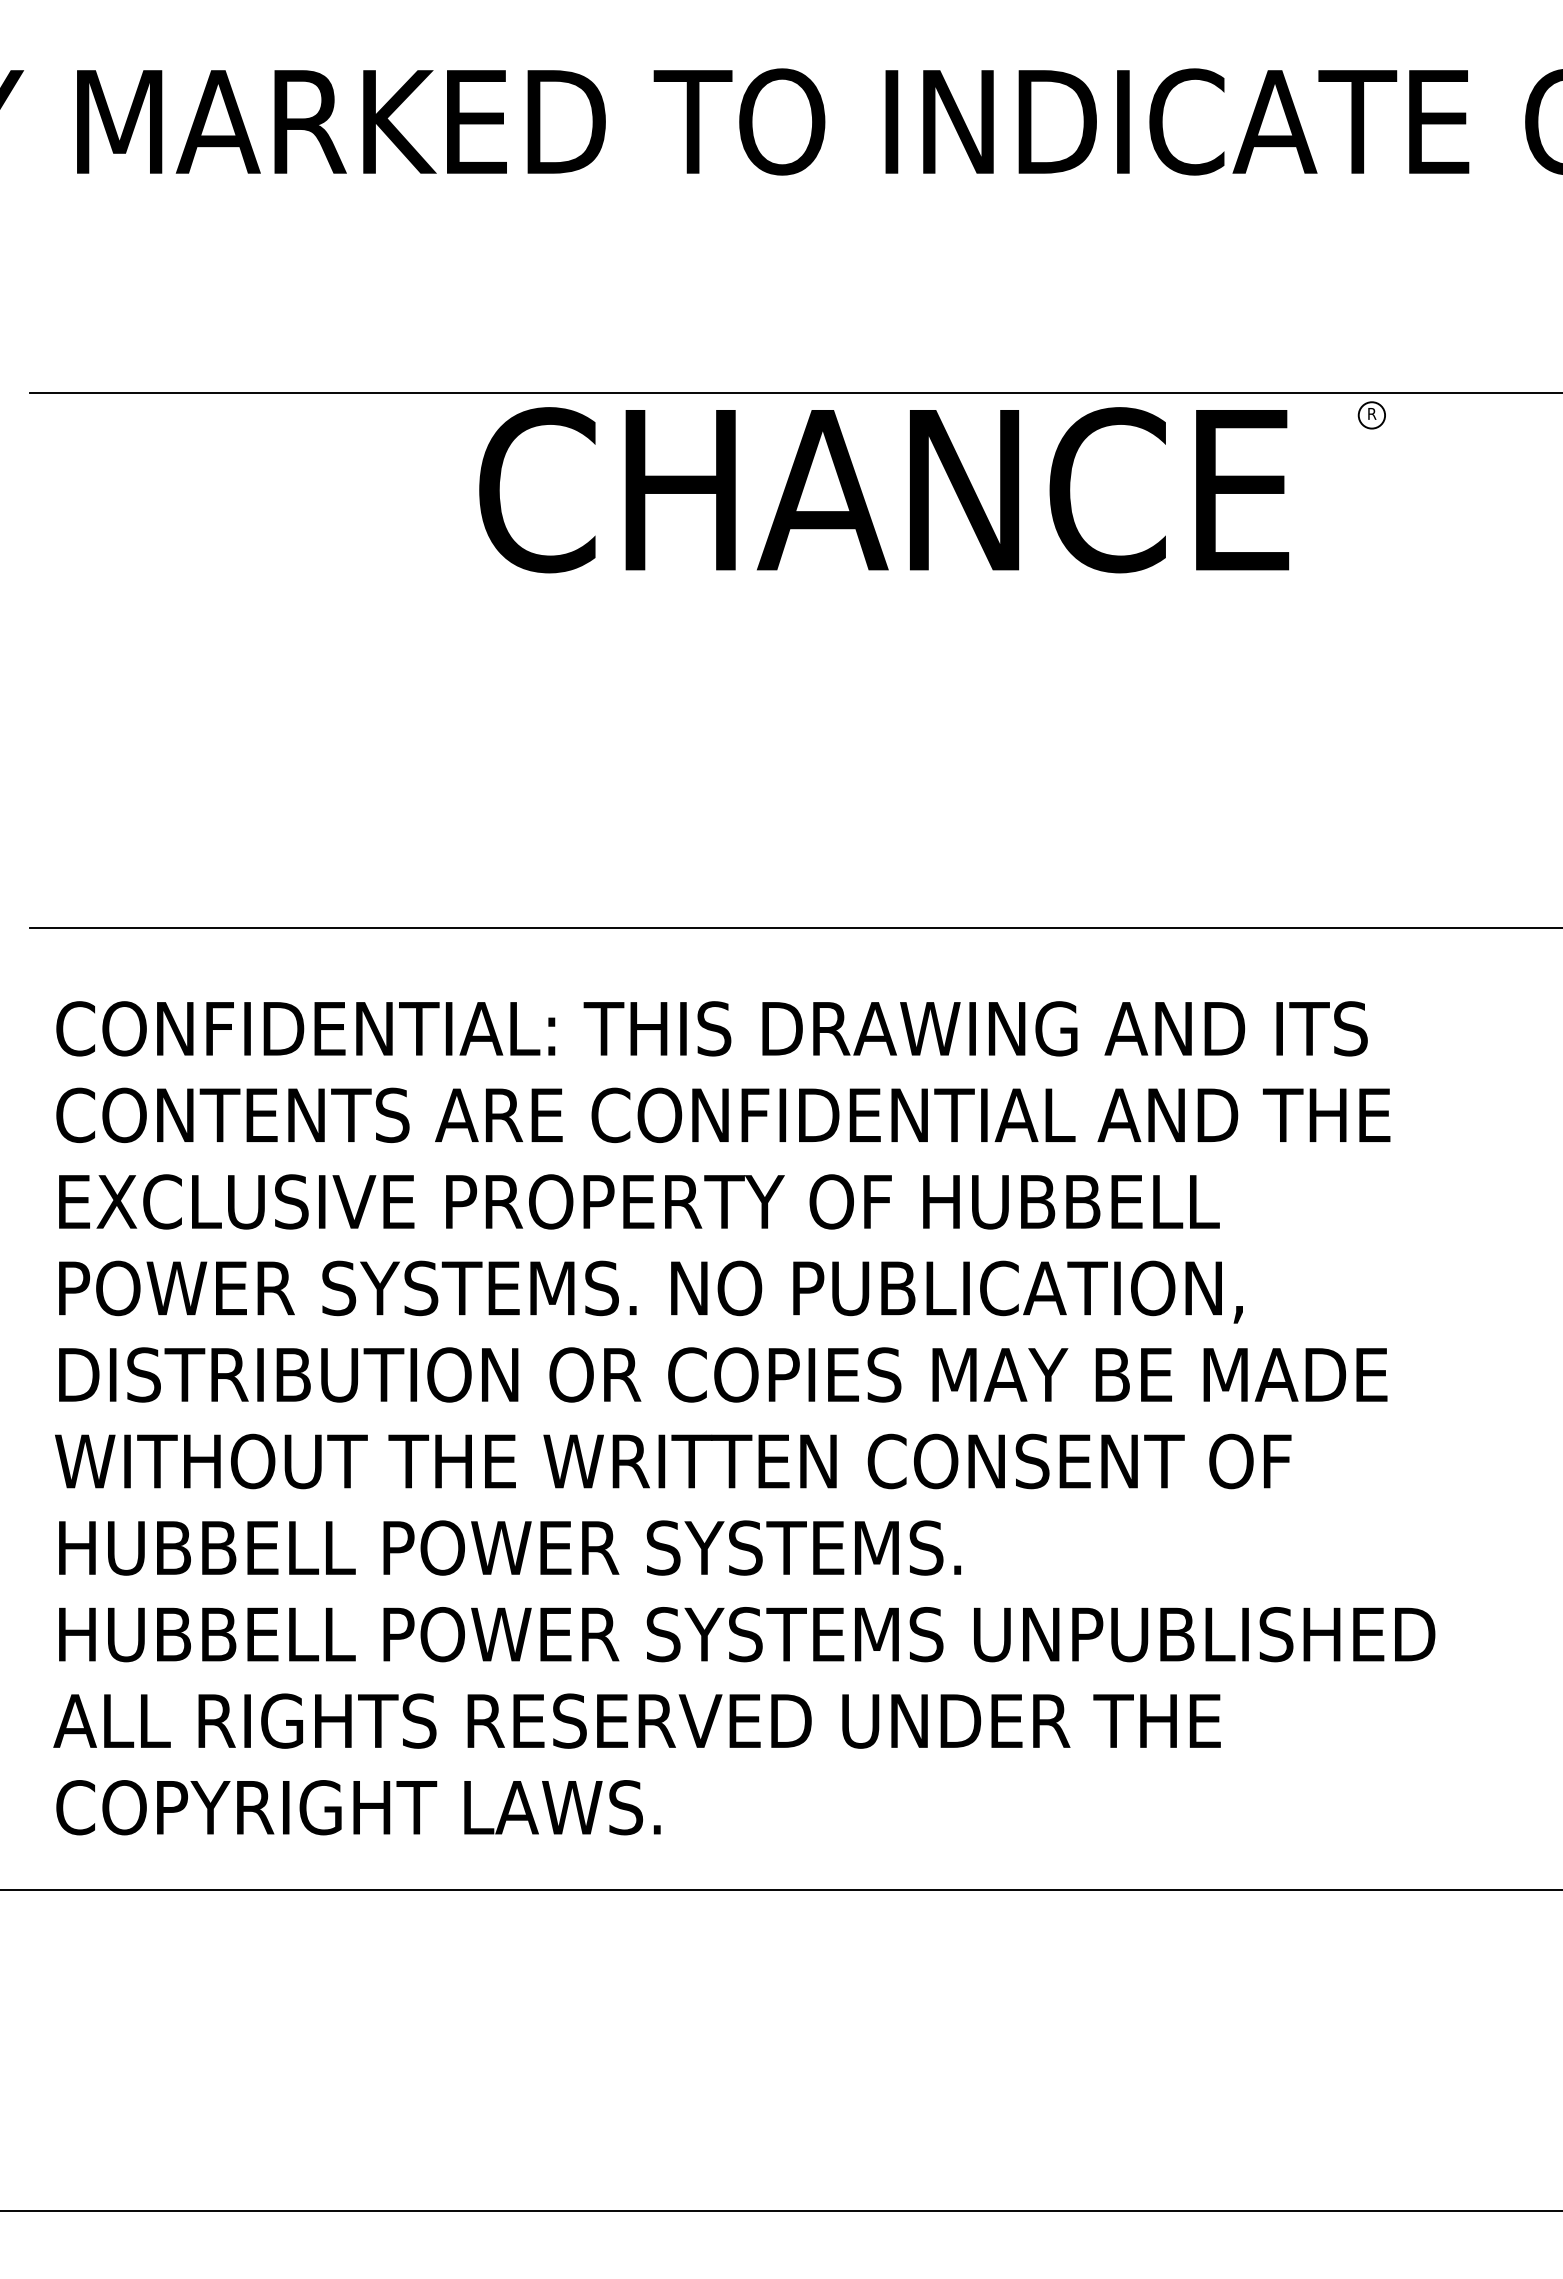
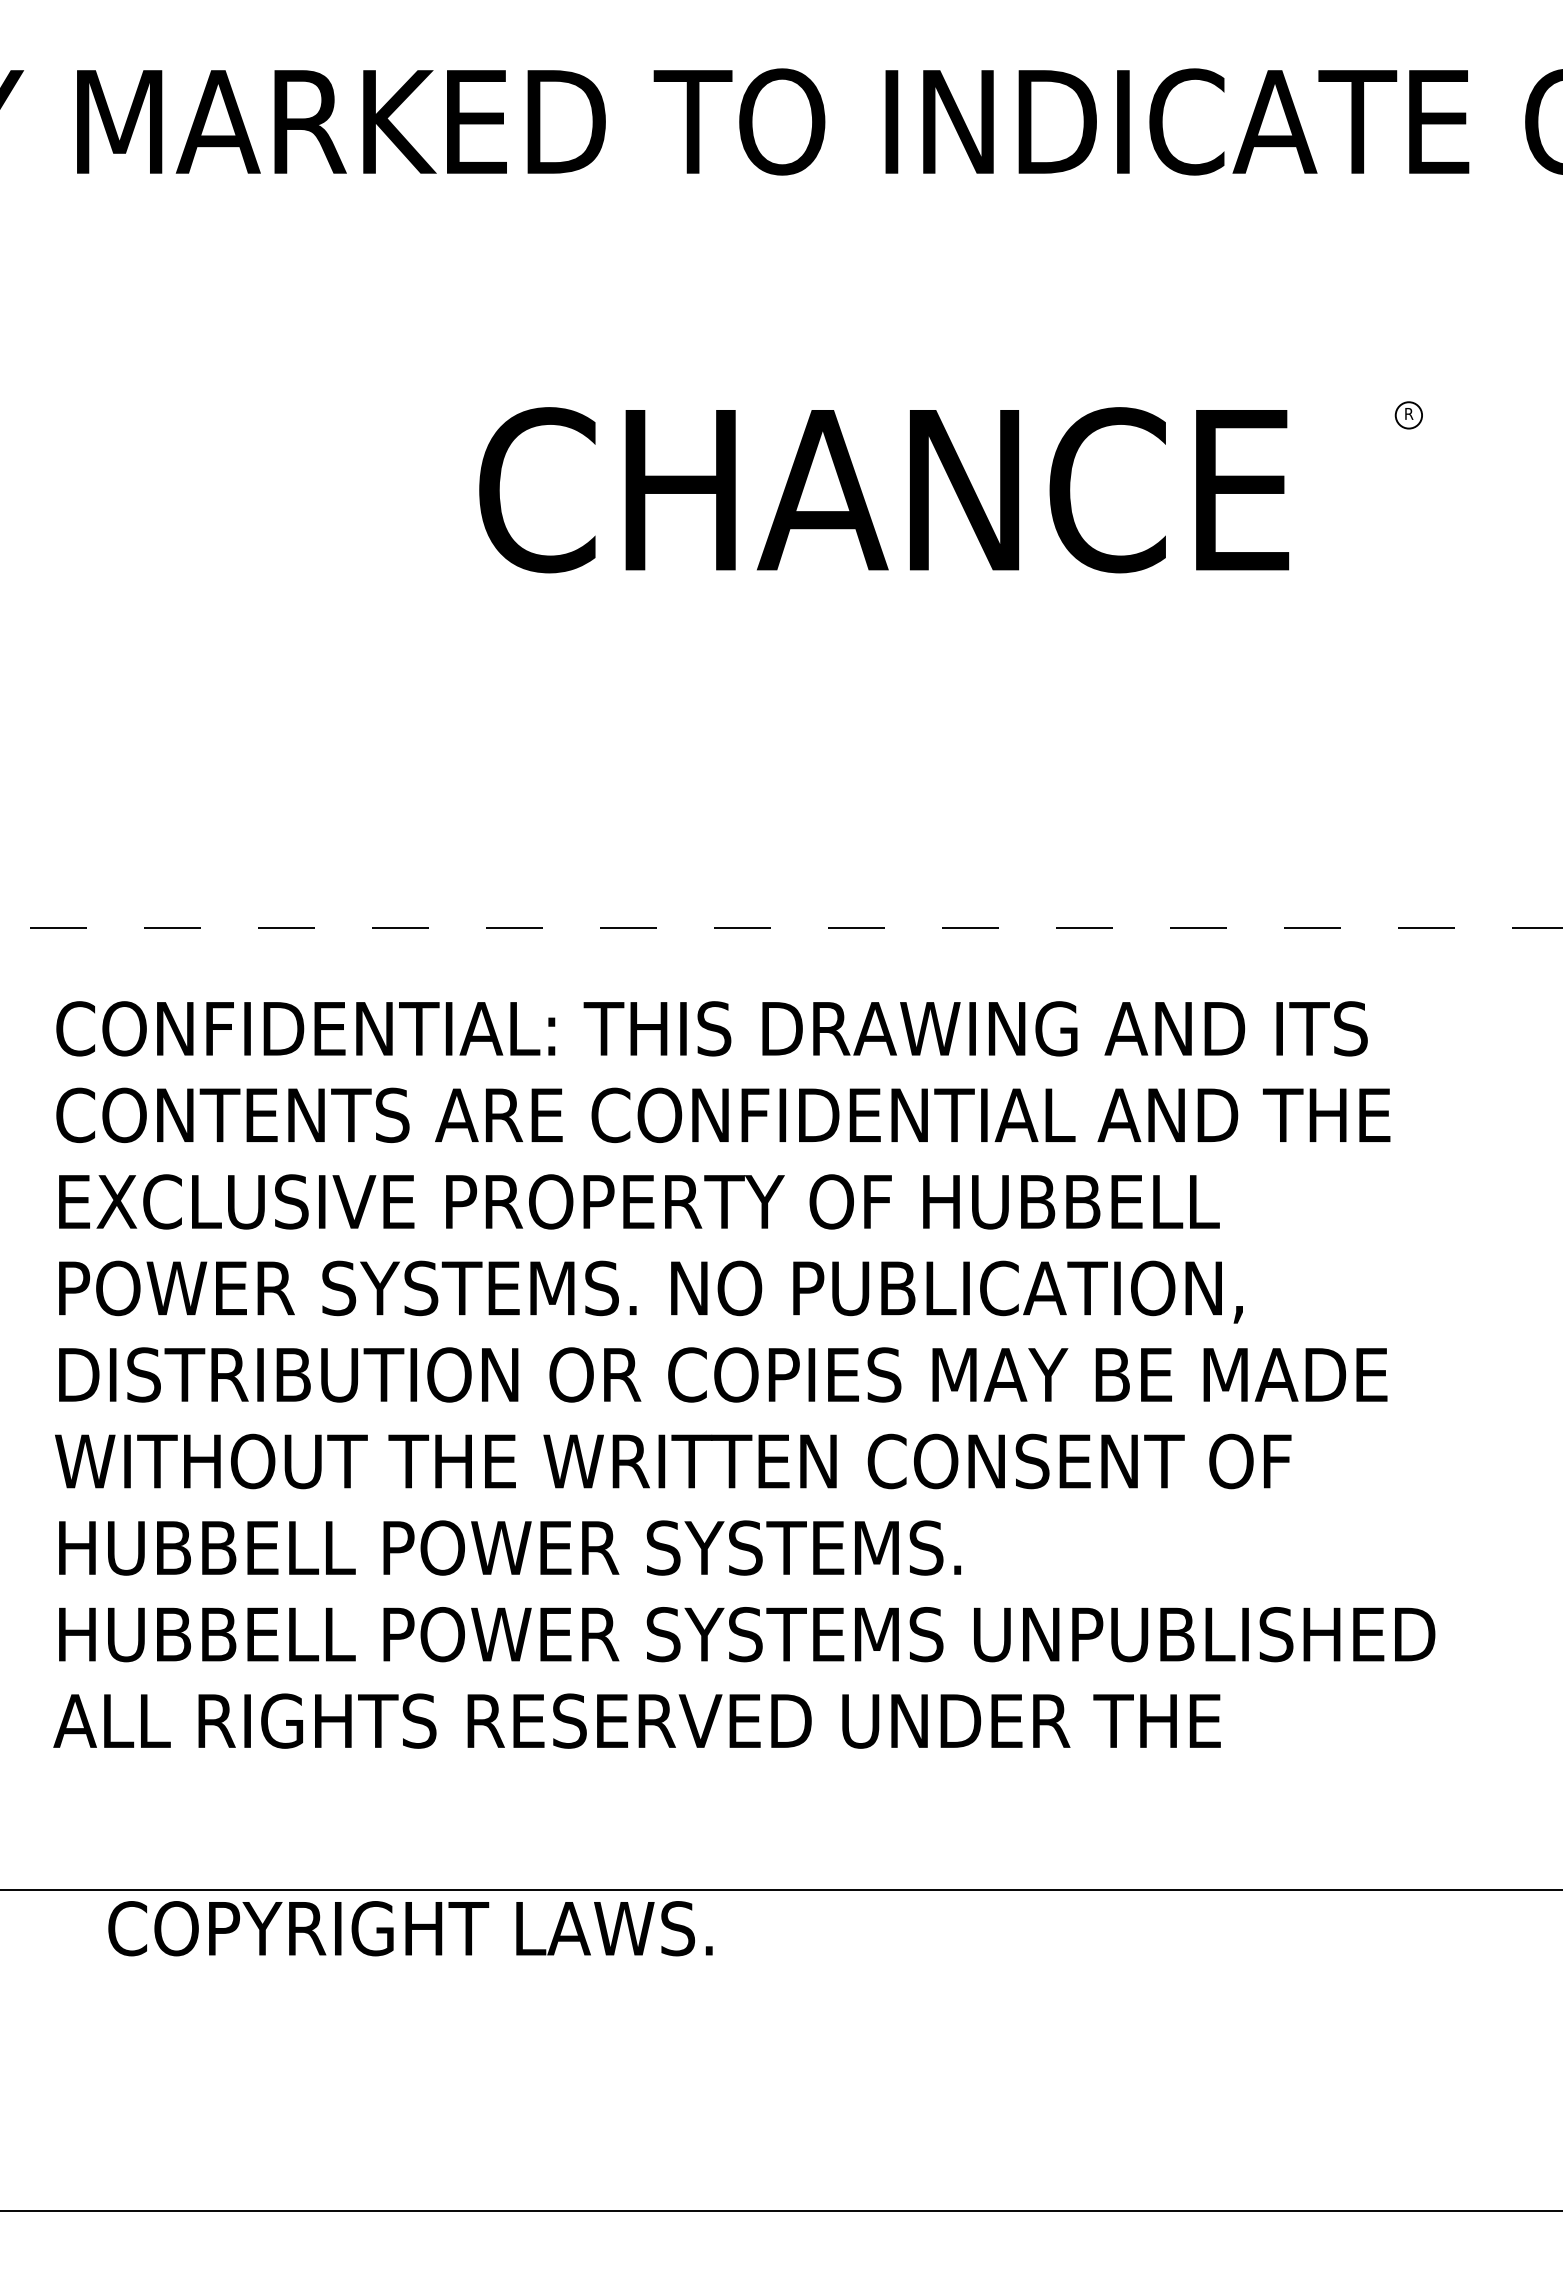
line at (794, 393): present -> none
part at (1371, 415) position: (1371, 415) -> (1408, 415)
line at (796, 927): solid -> dashed
text at (358, 1807) position: (358, 1807) -> (410, 1928)
